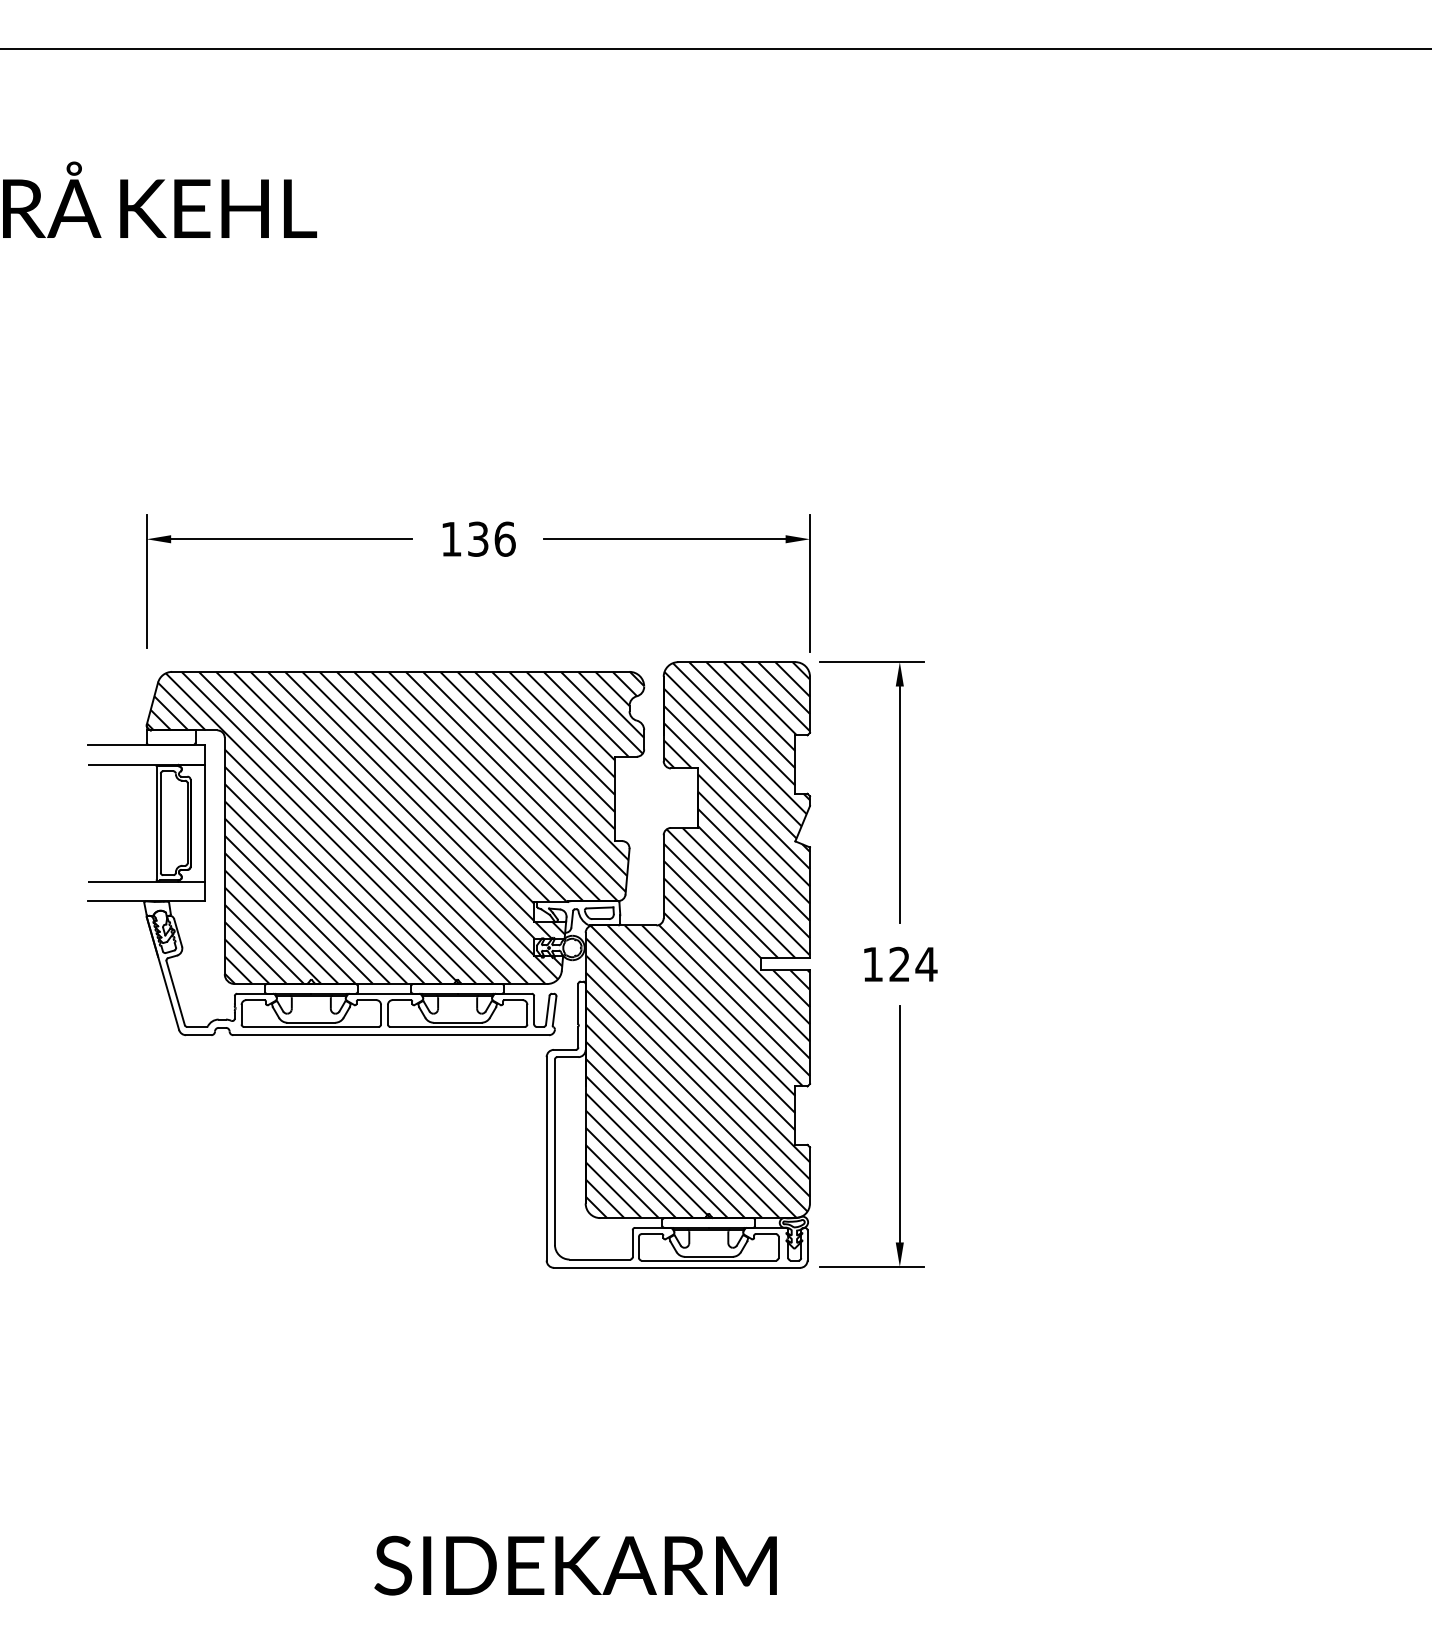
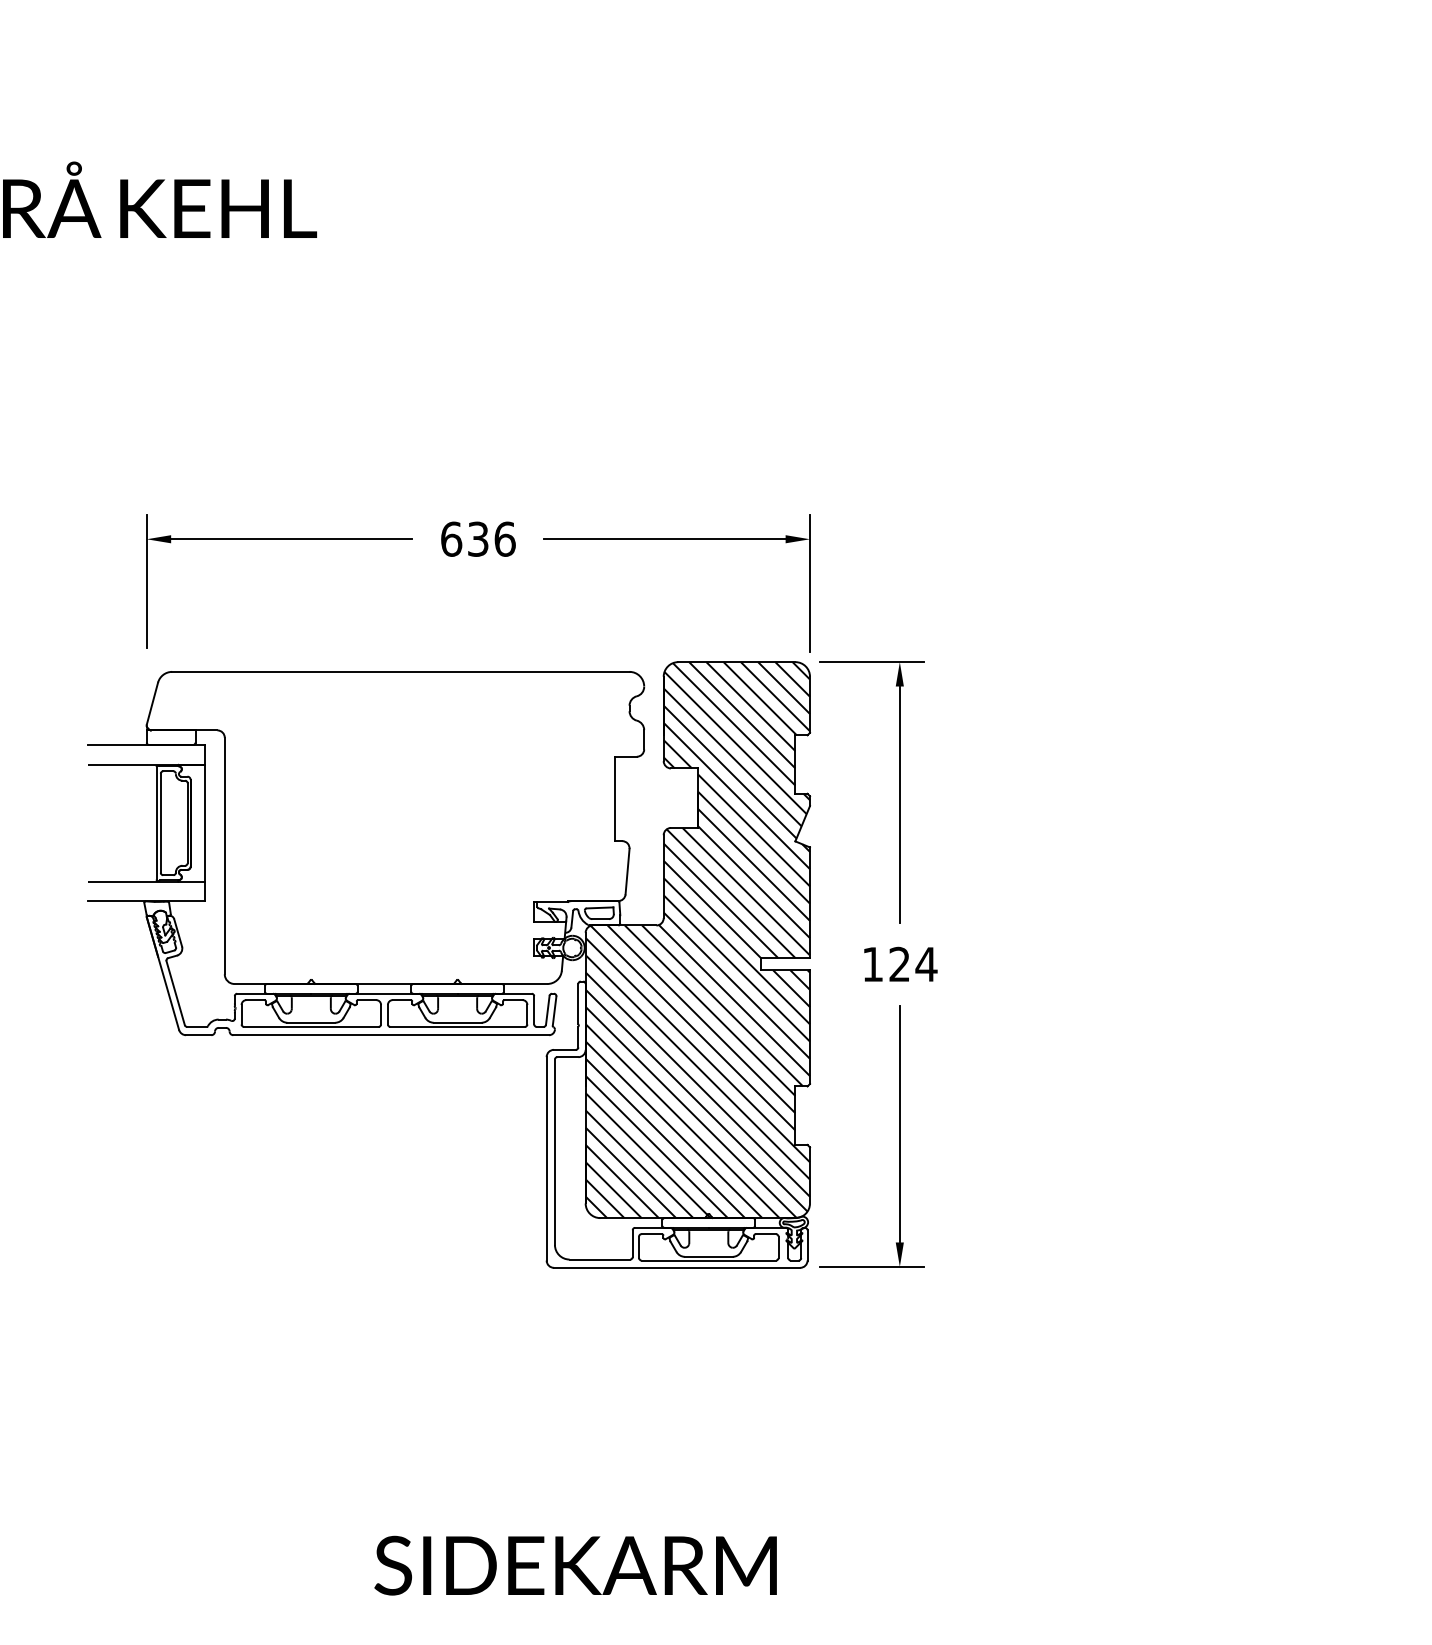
line at (715, 49): present -> none
text at (451, 538): 136 -> 636
hatch at (395, 827): present -> none
